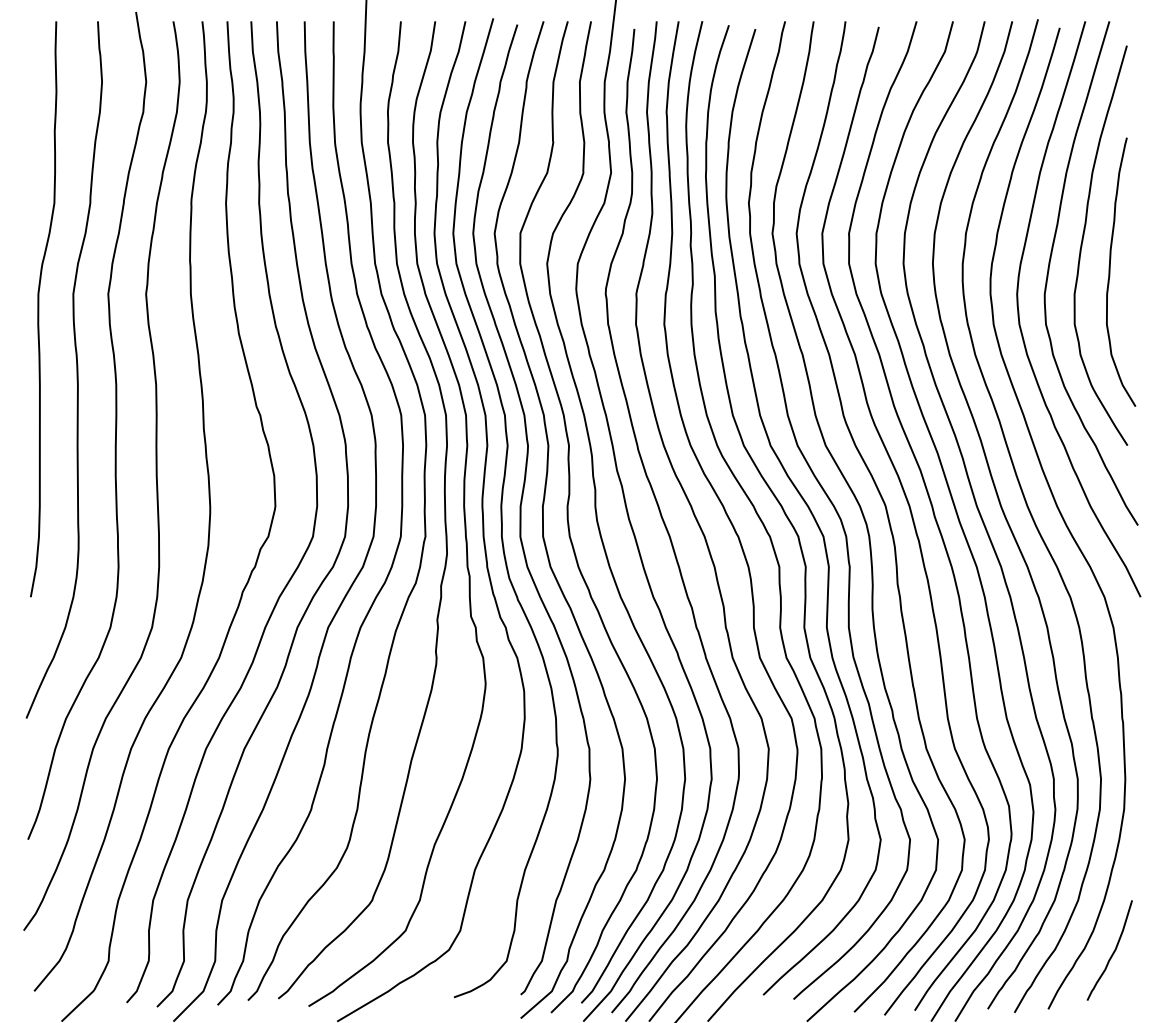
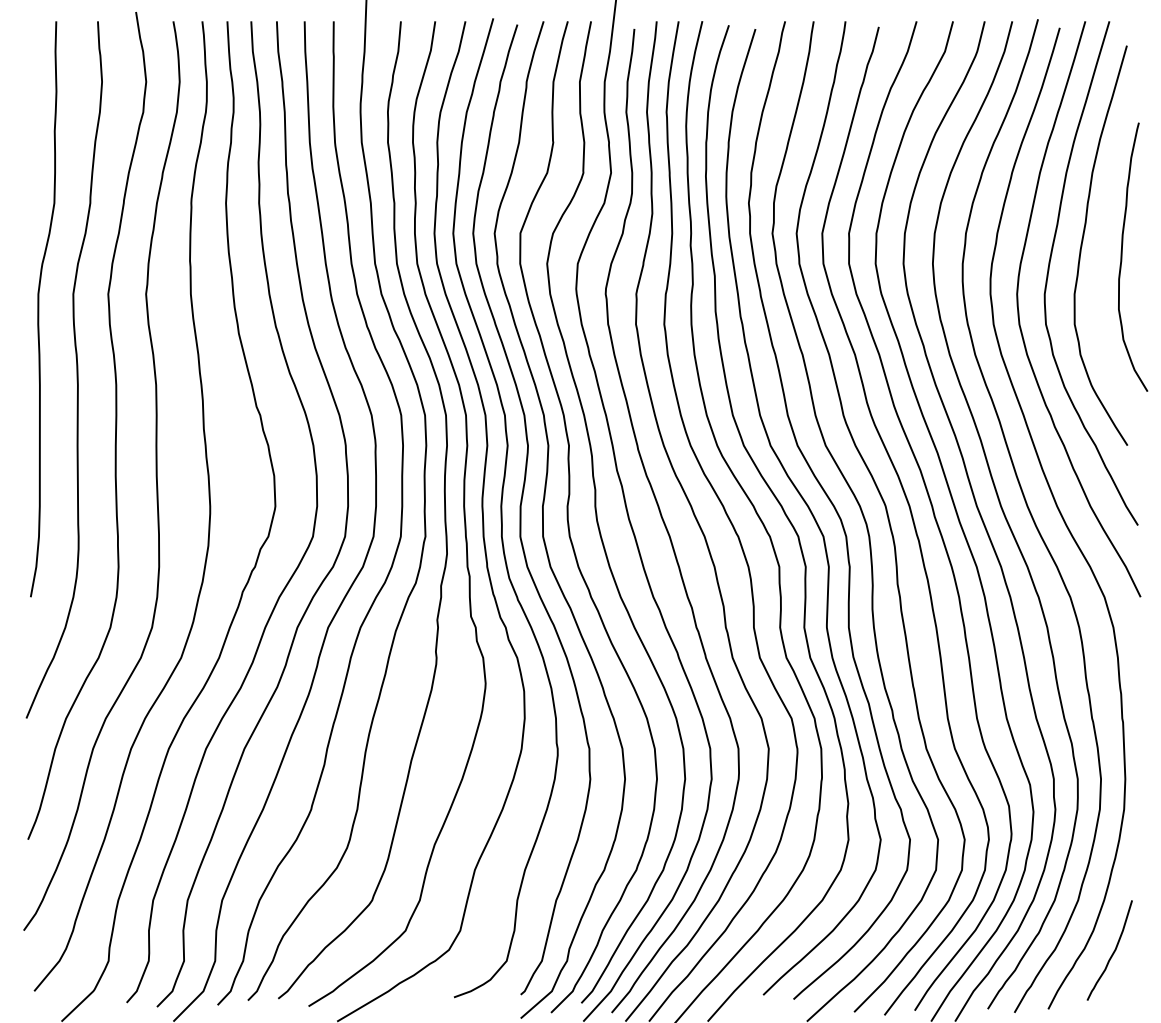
curve at (1110, 271) position: (1110, 271) -> (1122, 256)
